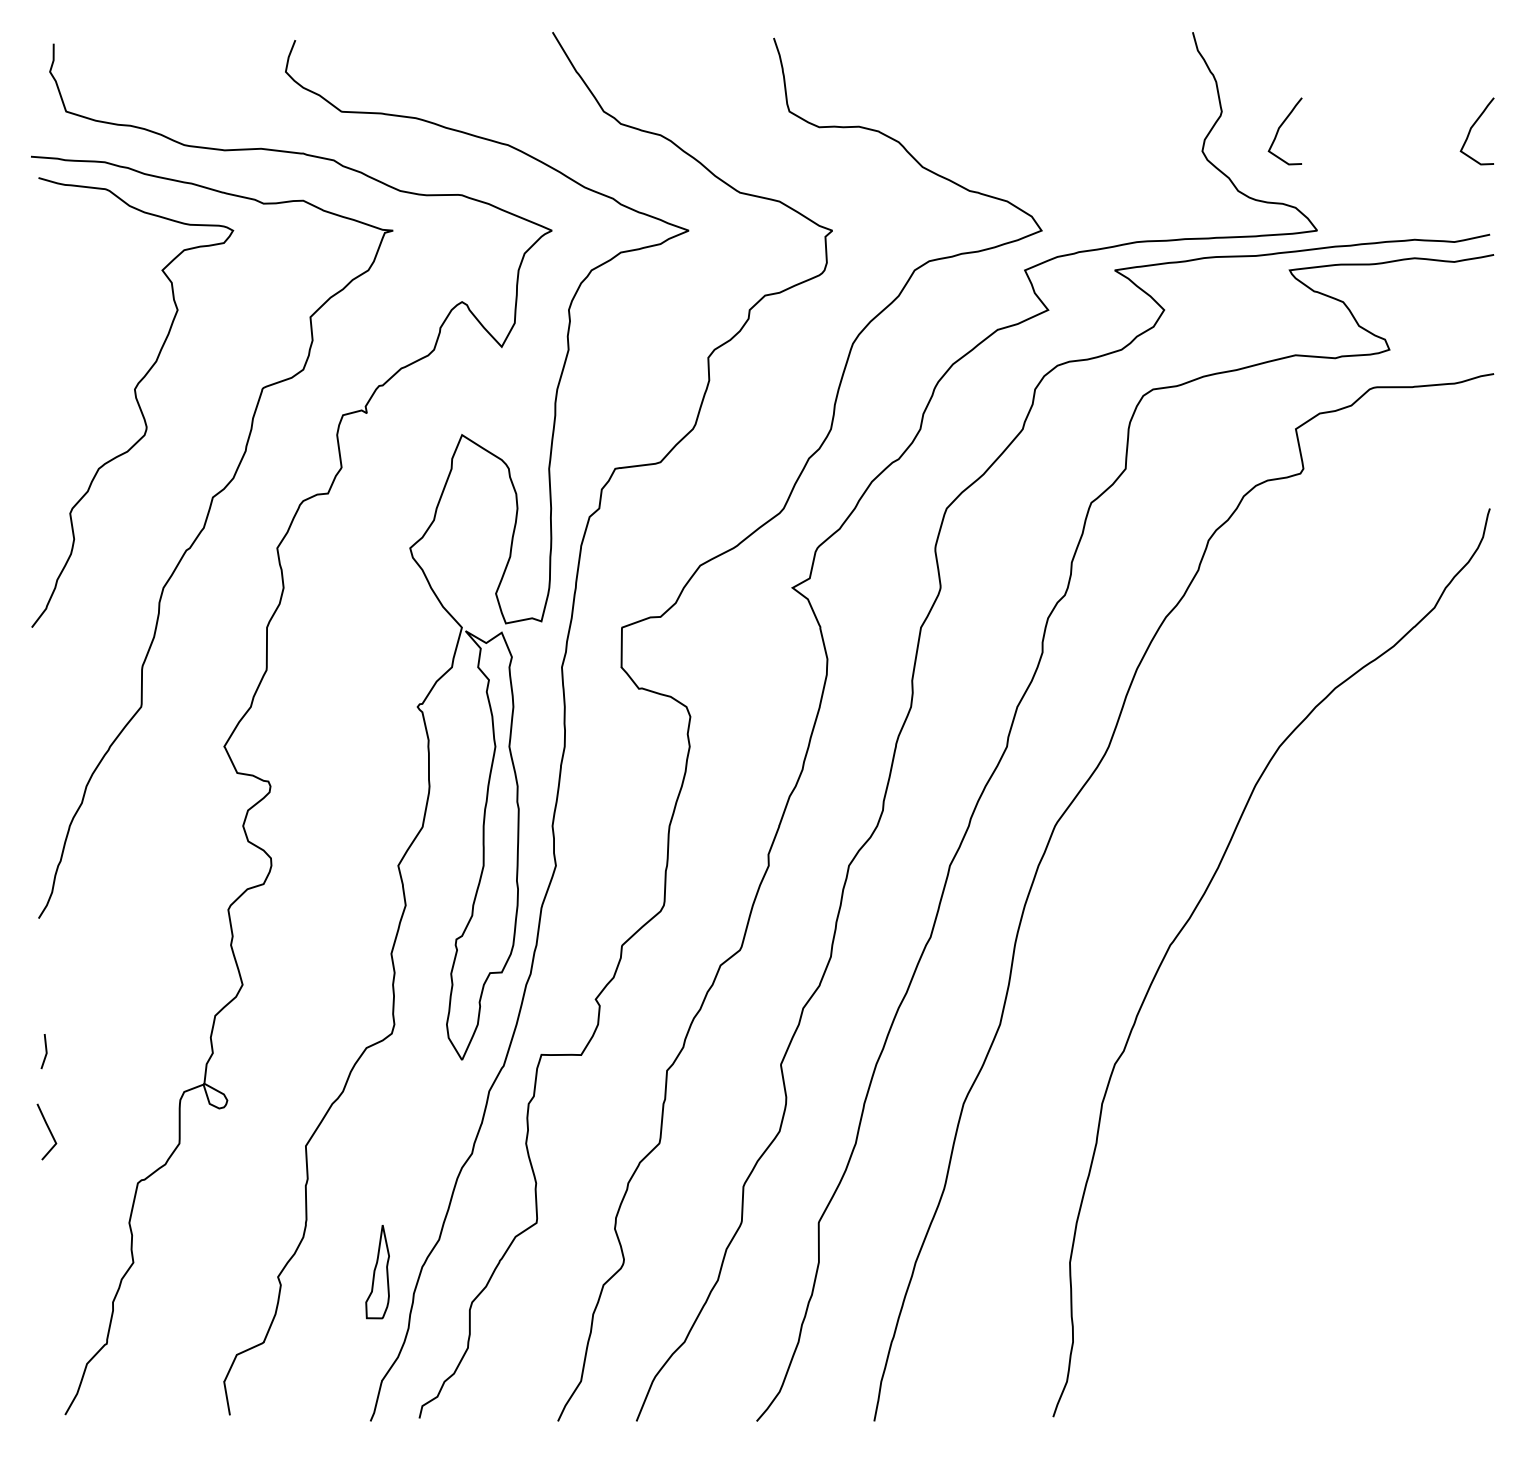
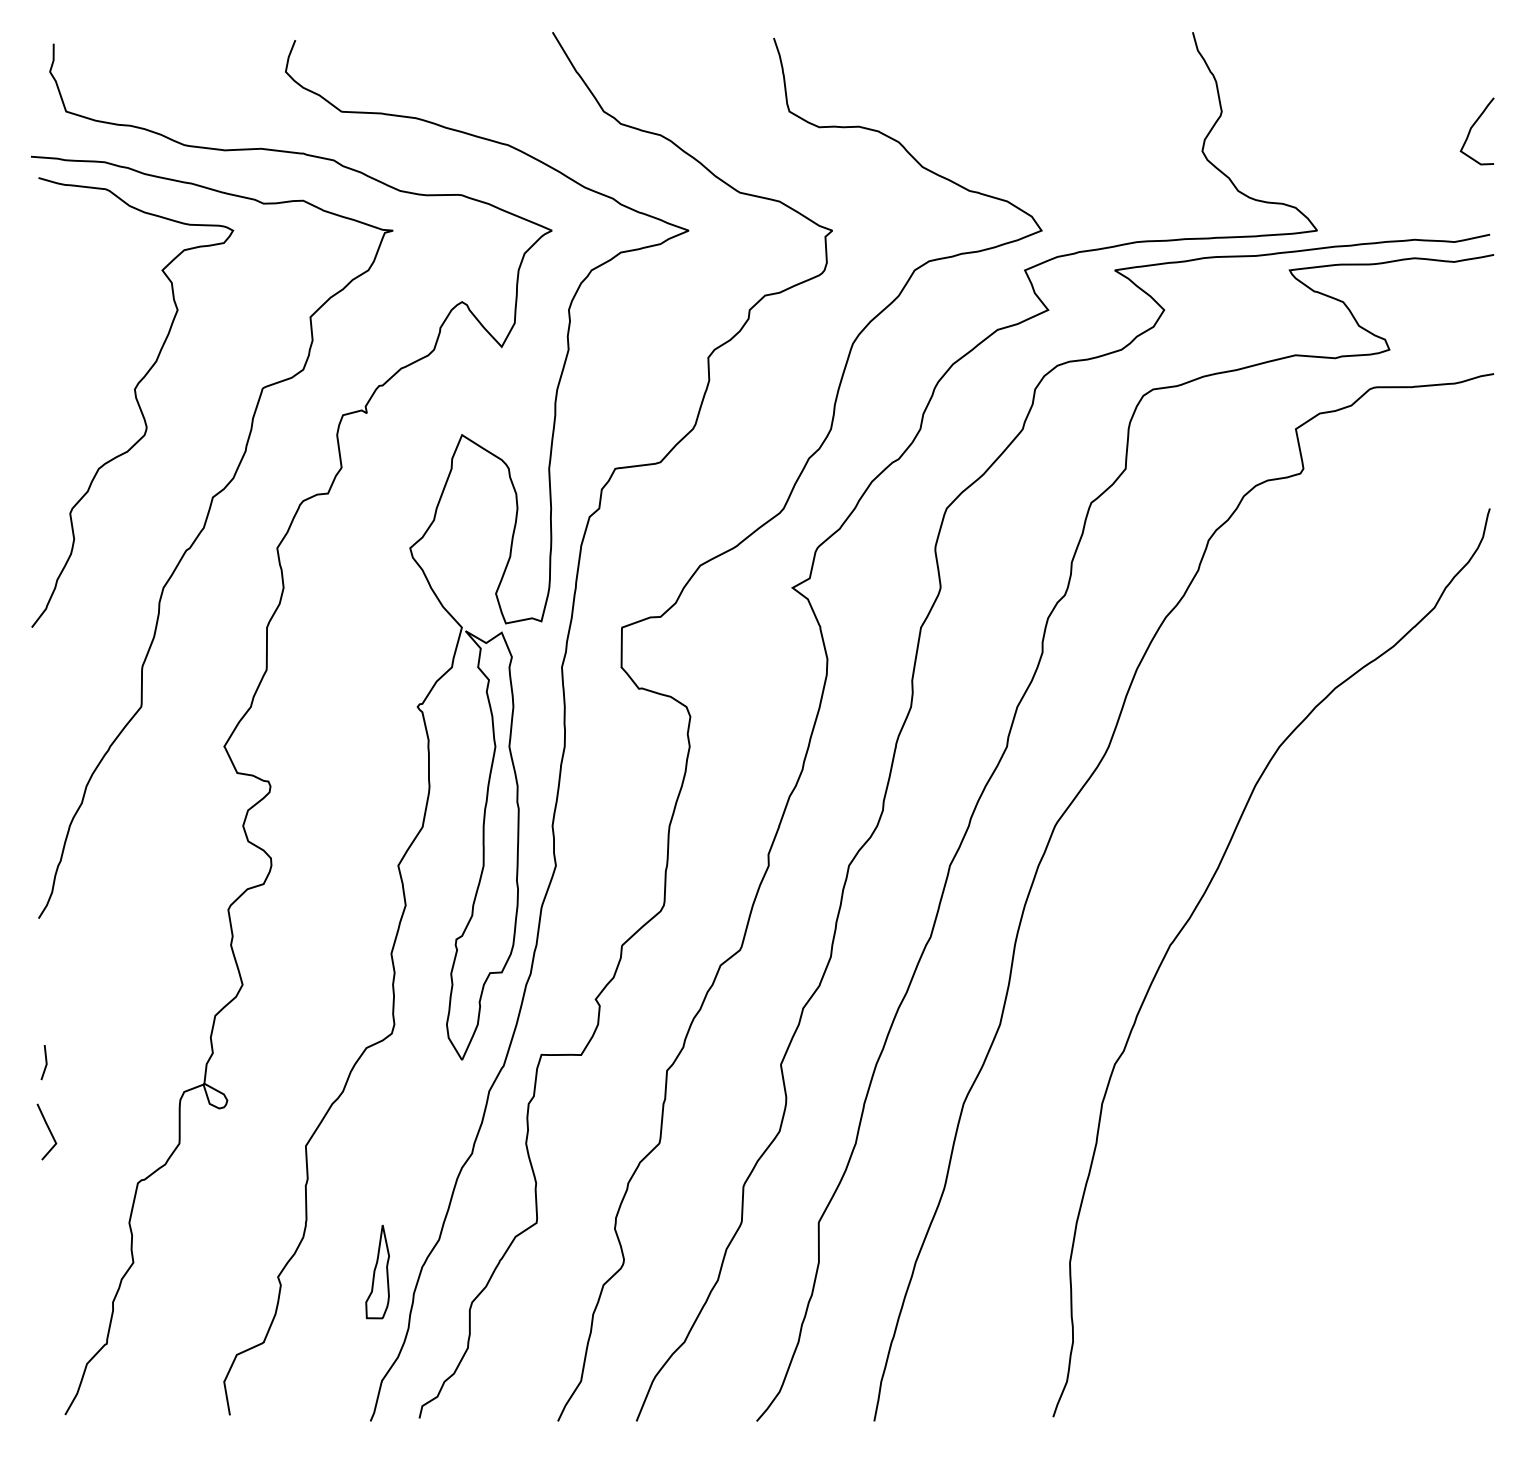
curve at (1279, 130): present -> none
line at (45, 1051) position: (45, 1051) -> (45, 1062)
